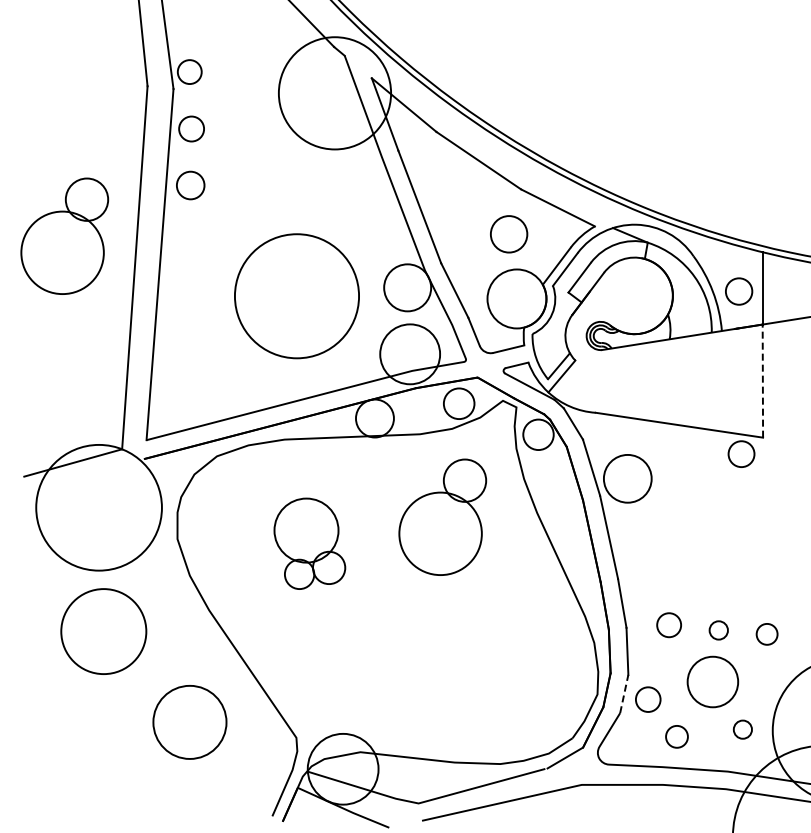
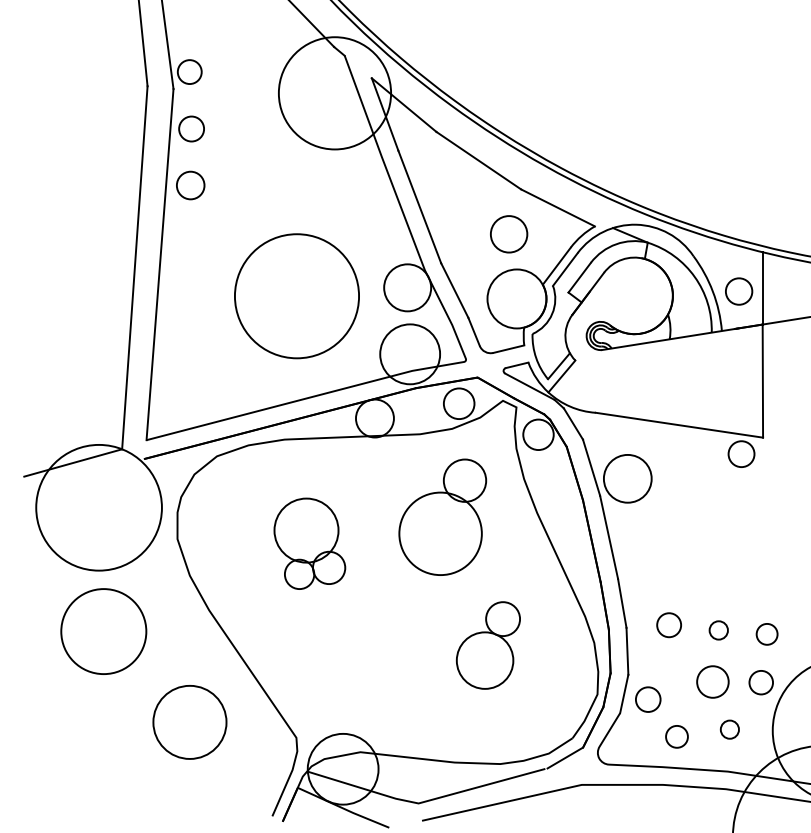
part at (64, 235): present -> none
line at (762, 381): dashed -> solid
part at (487, 645): none -> present
circle at (712, 681) diameter: 51 px -> 32 px
circle at (760, 682): none -> present
line at (624, 693): dashed -> solid
circle at (742, 729) position: (742, 729) -> (729, 729)
